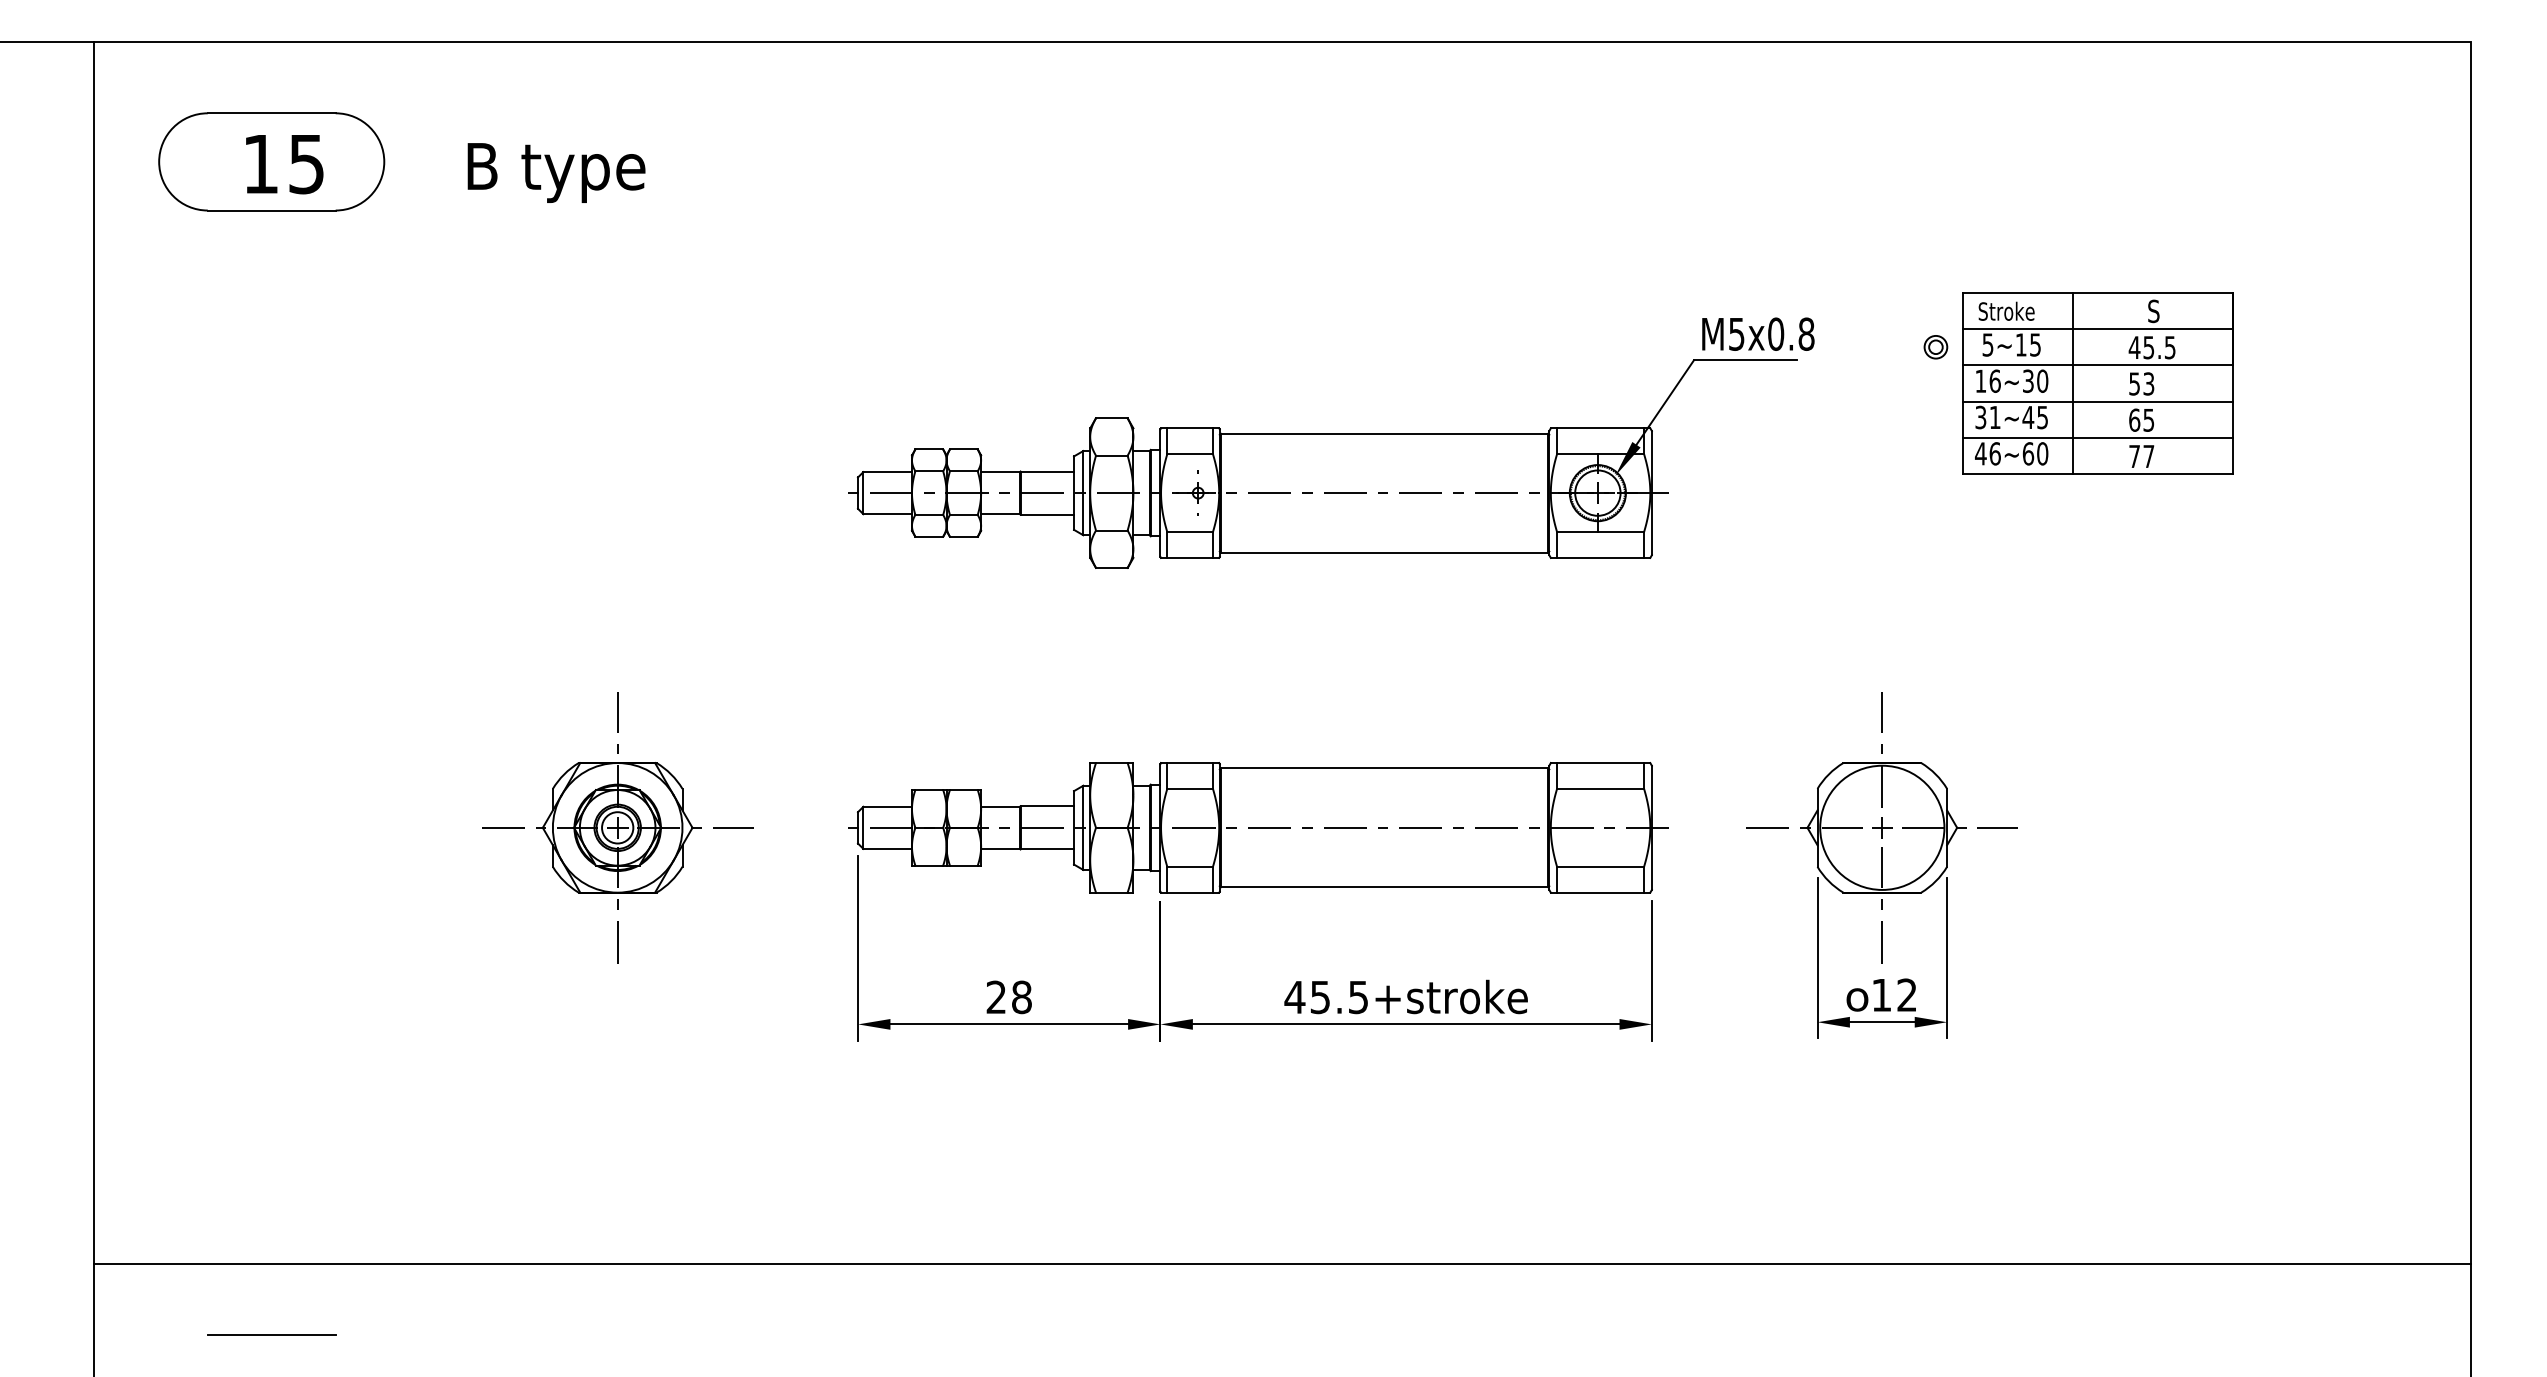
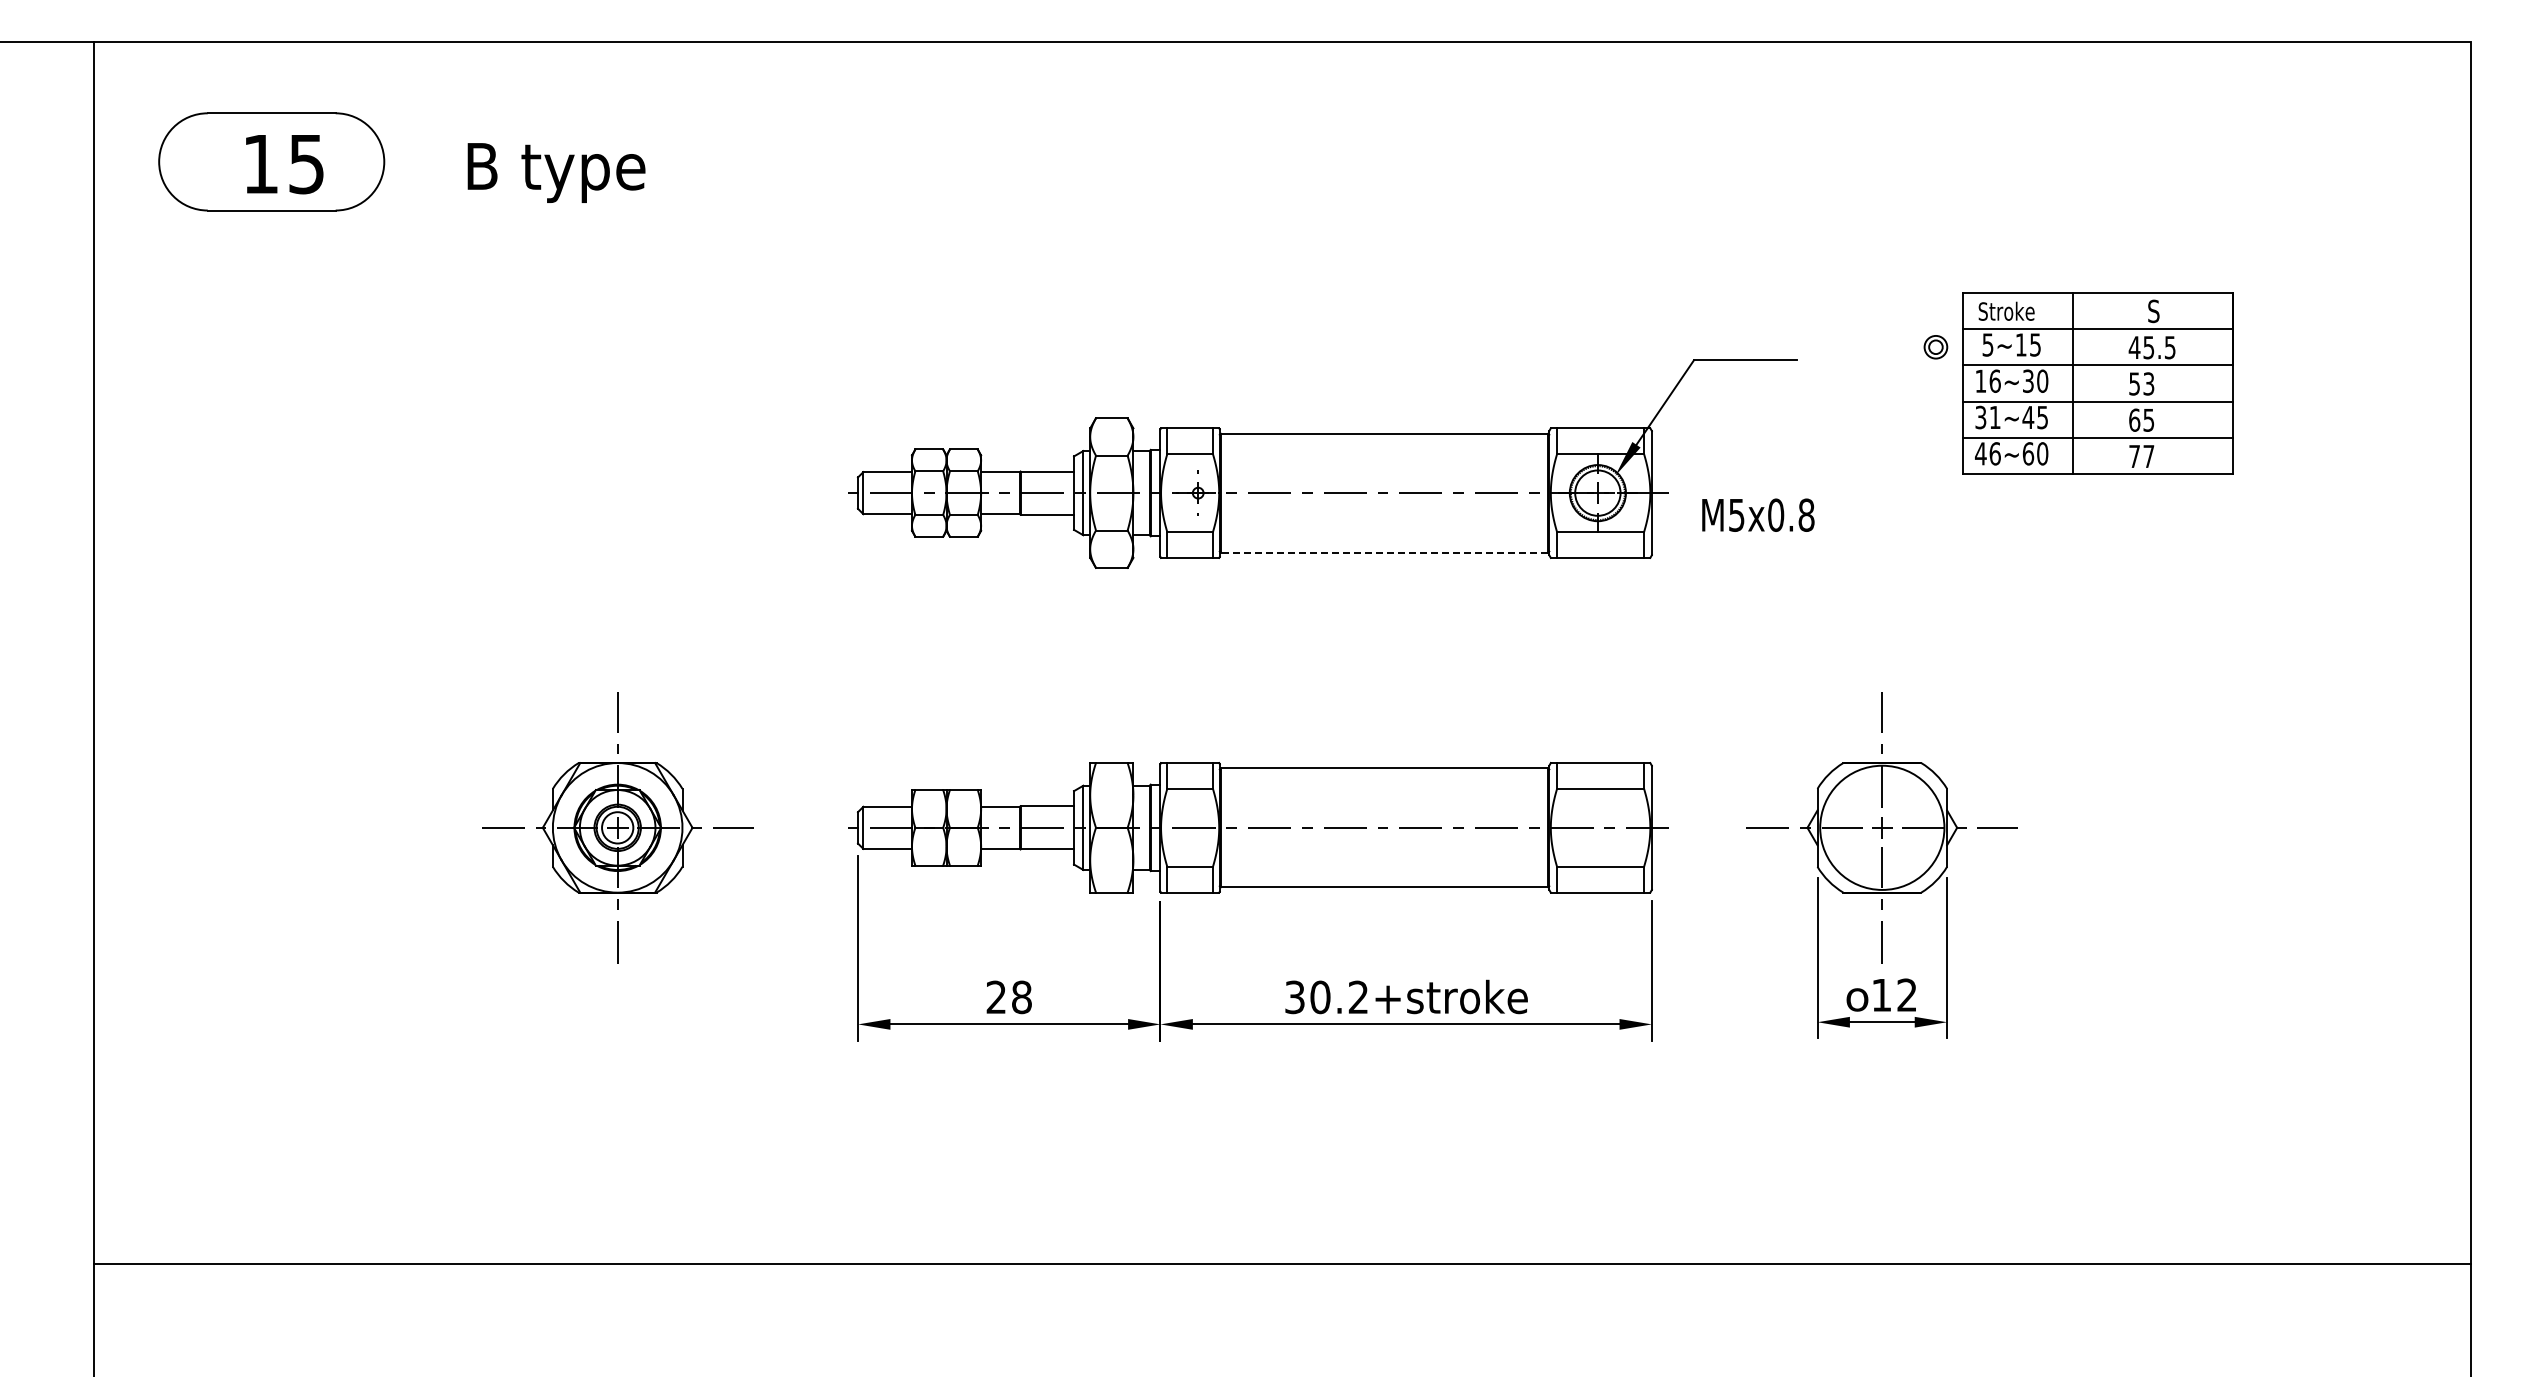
text at (1758, 333) position: (1758, 333) -> (1758, 514)
line at (1384, 552): solid -> dashed
text at (1325, 997): 45.5+stroke -> 30.2+stroke
line at (271, 1335): present -> none
